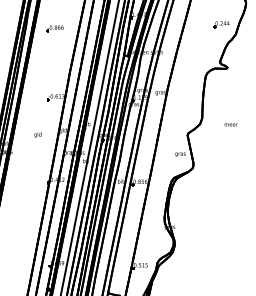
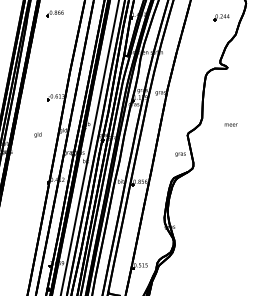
part at (221, 24) position: (221, 24) -> (221, 17)
part at (54, 28) position: (54, 28) -> (54, 13)
